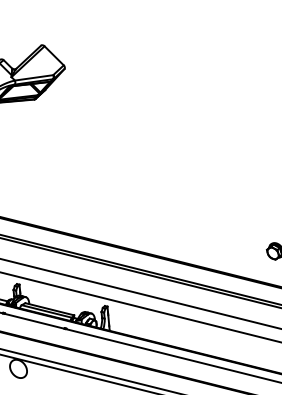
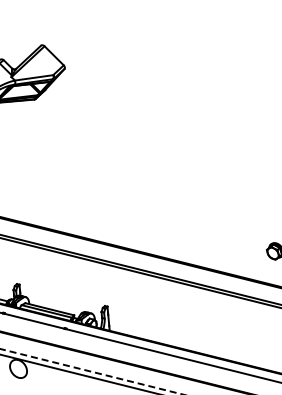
line at (140, 293): present -> none
line at (140, 306): present -> none
line at (92, 372): solid -> dashed
